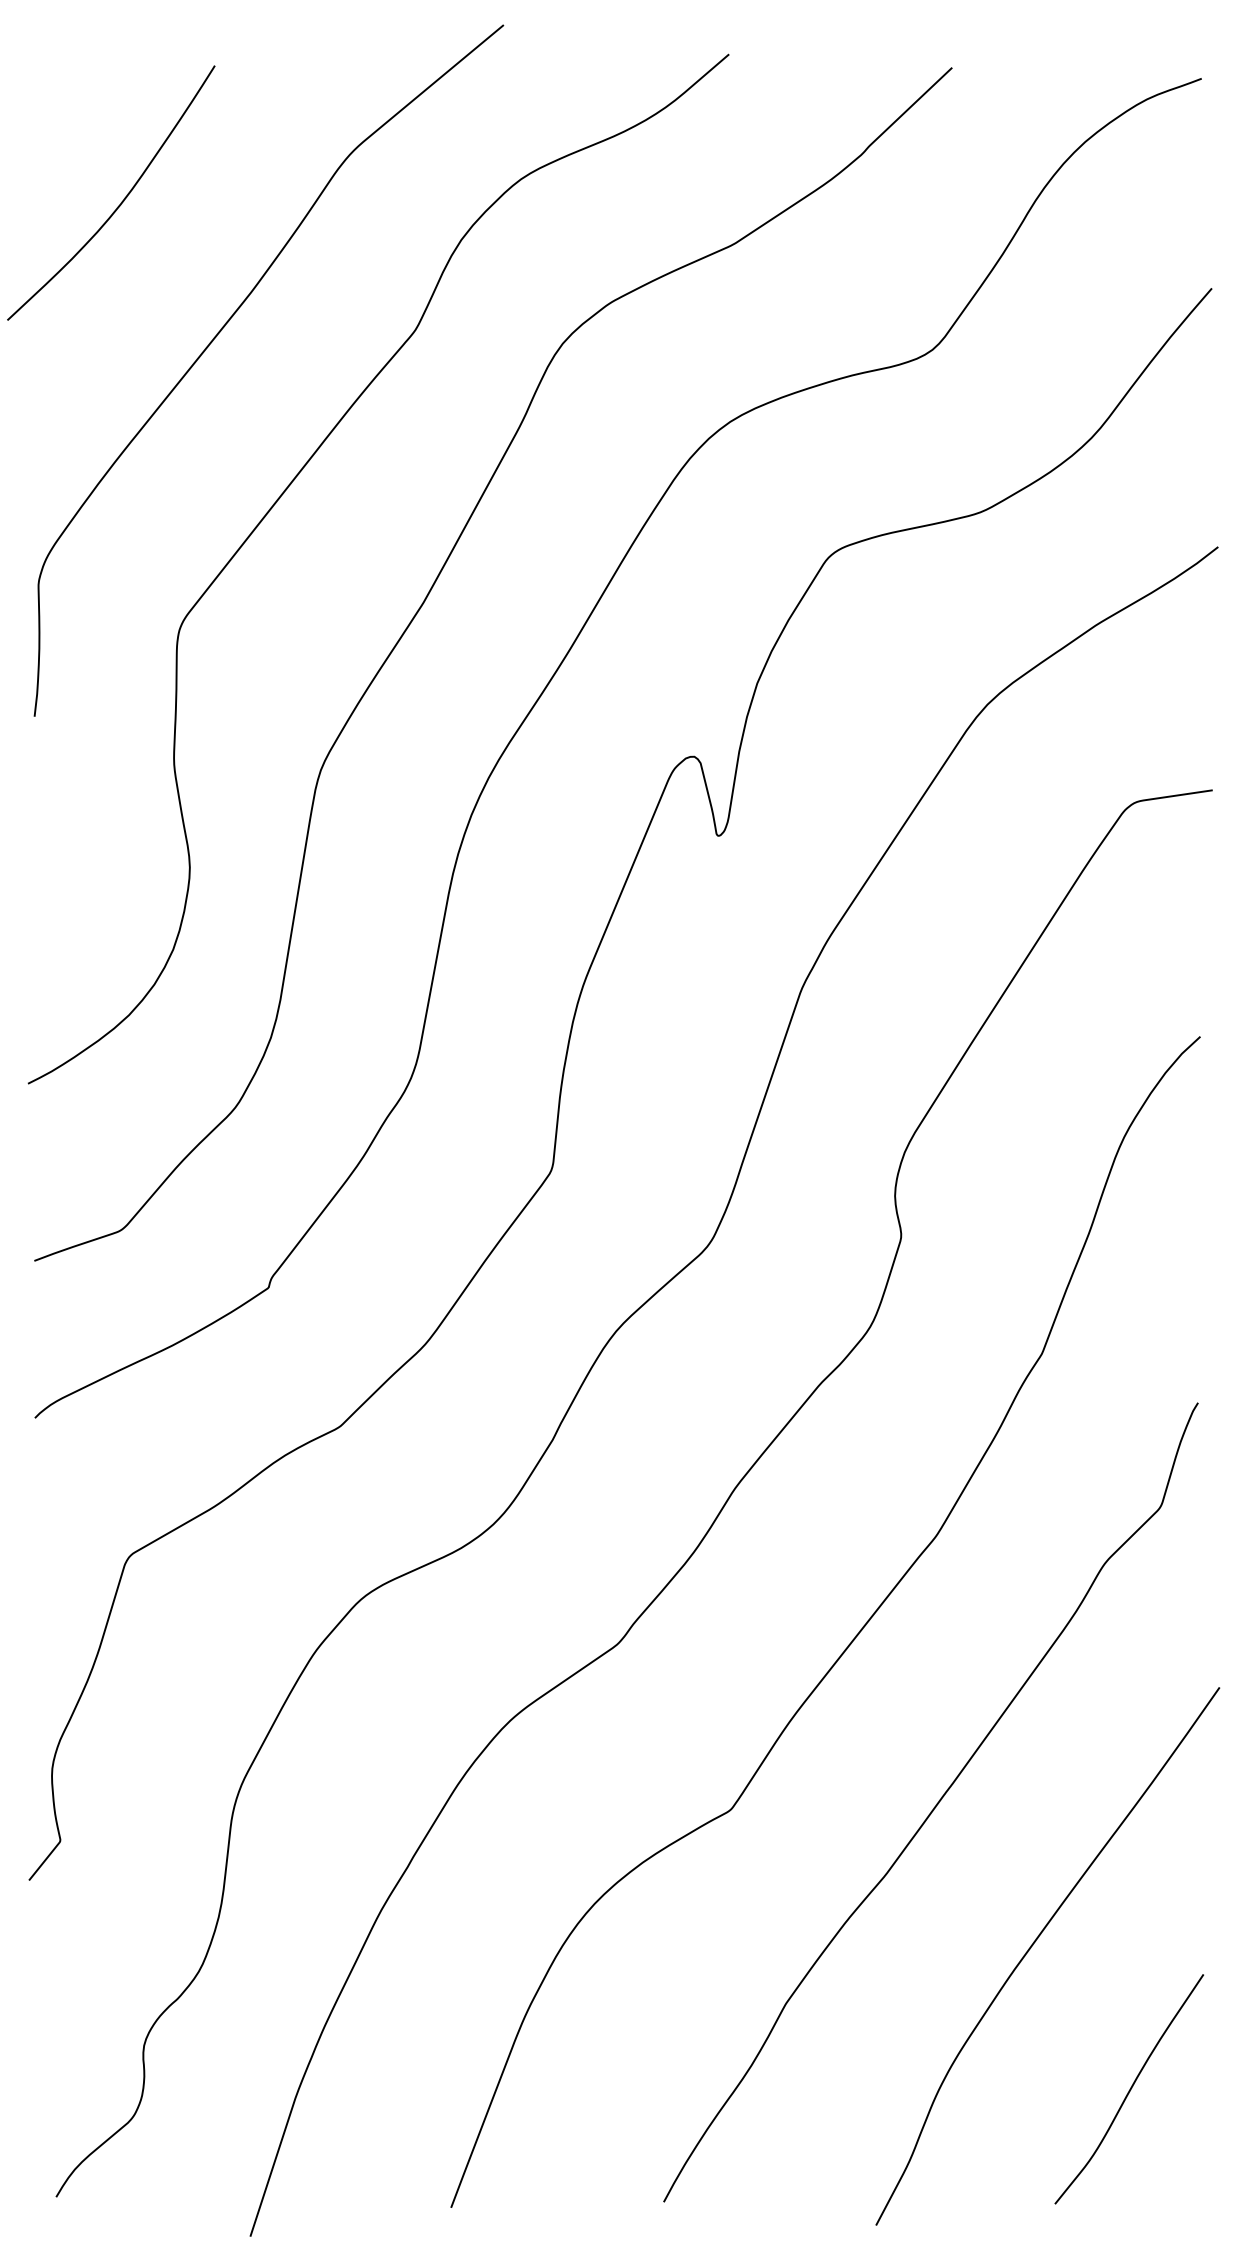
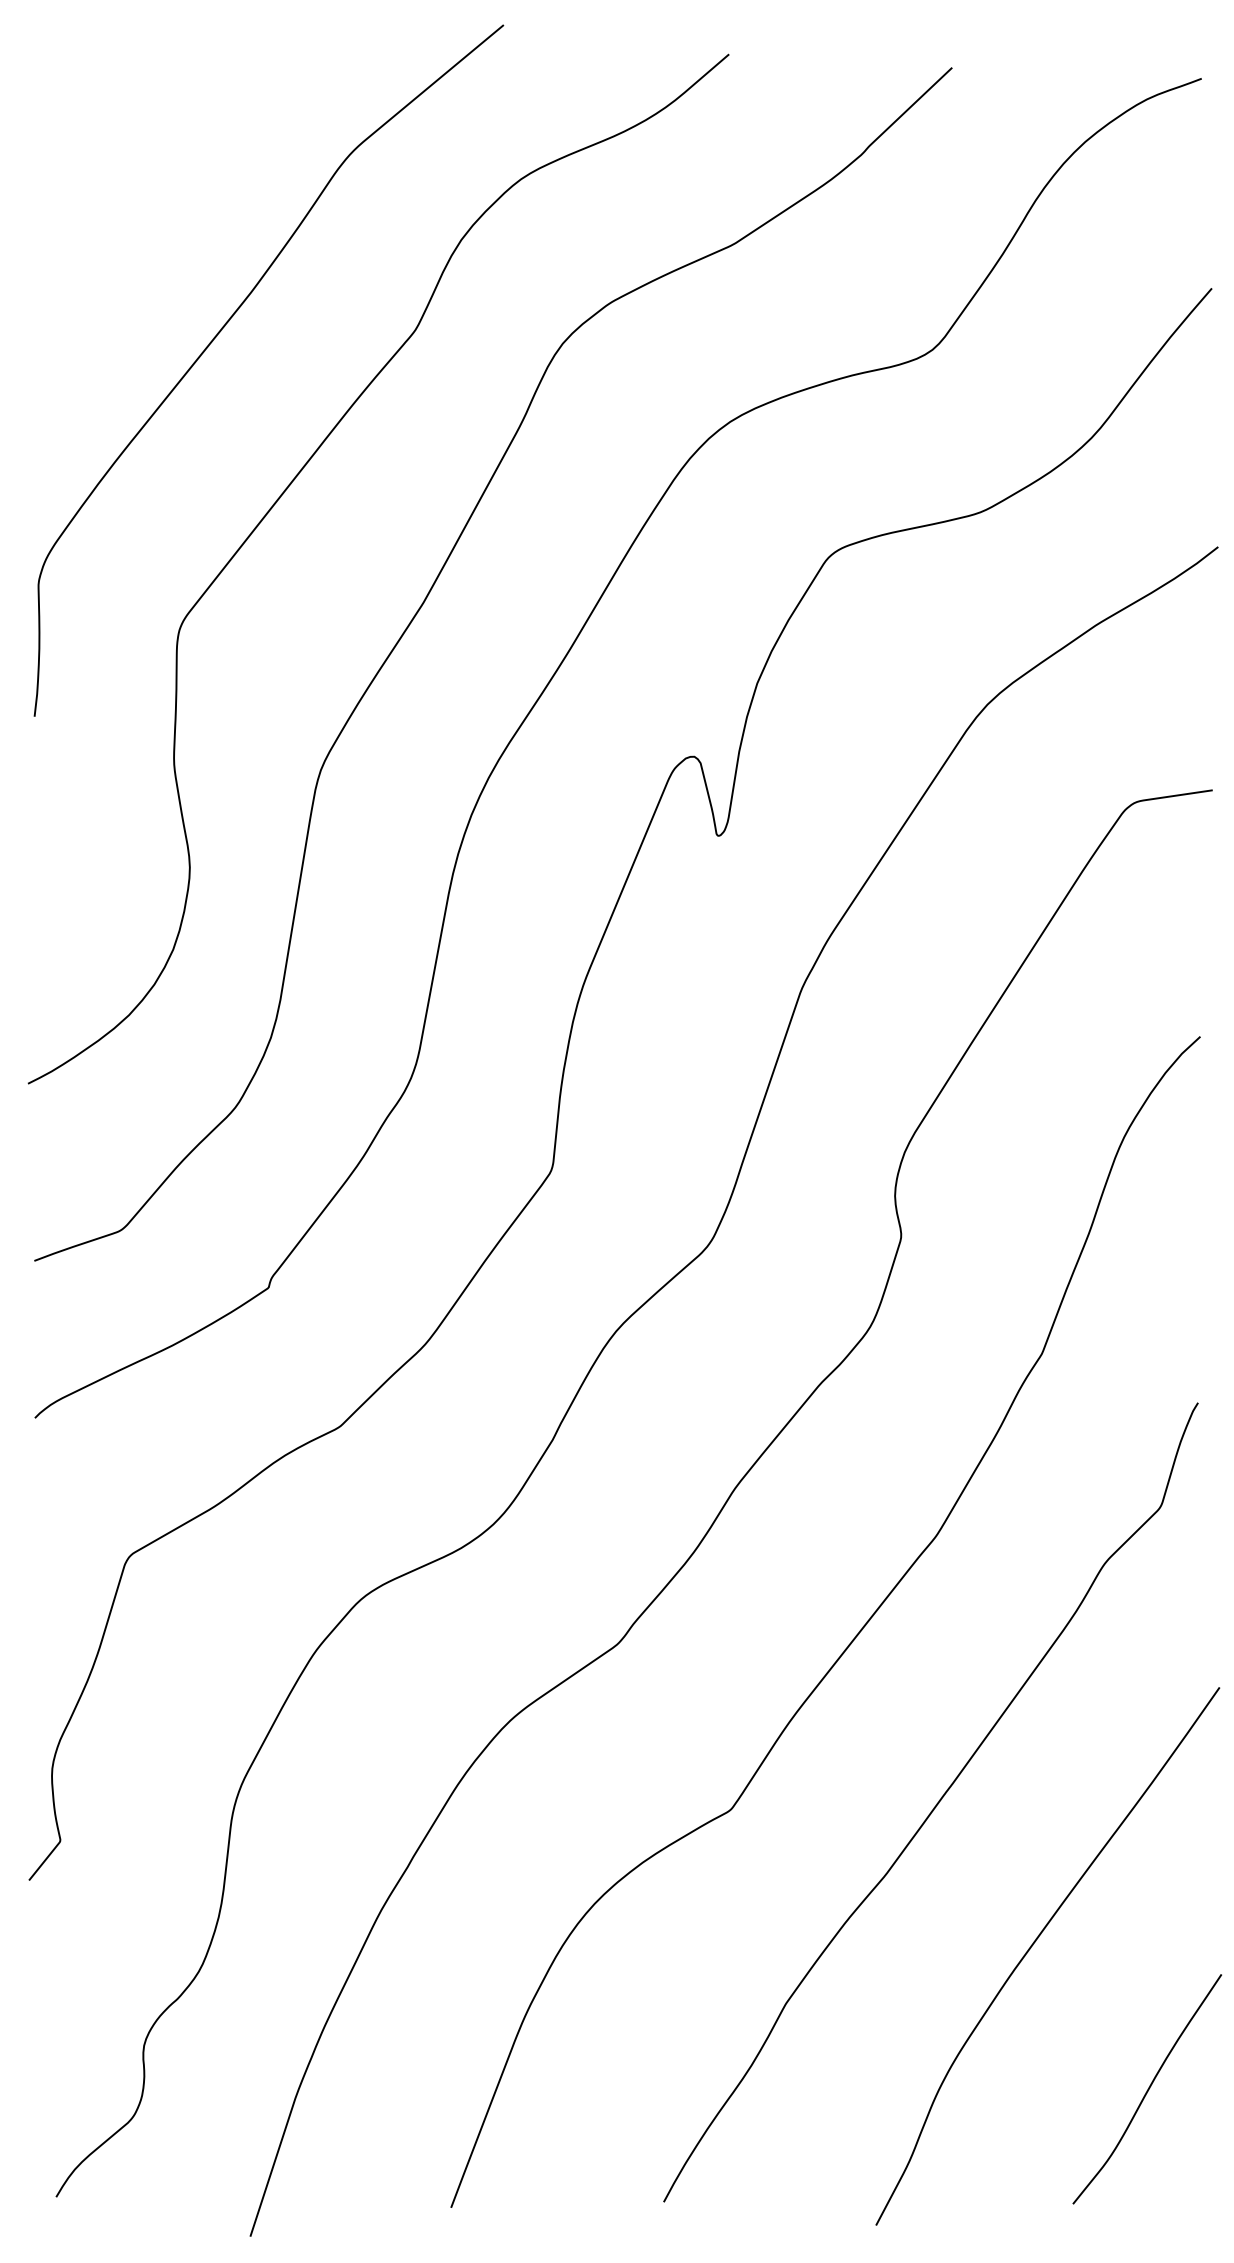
curve at (121, 201): present -> none
curve at (1129, 2089) position: (1129, 2089) -> (1147, 2089)
